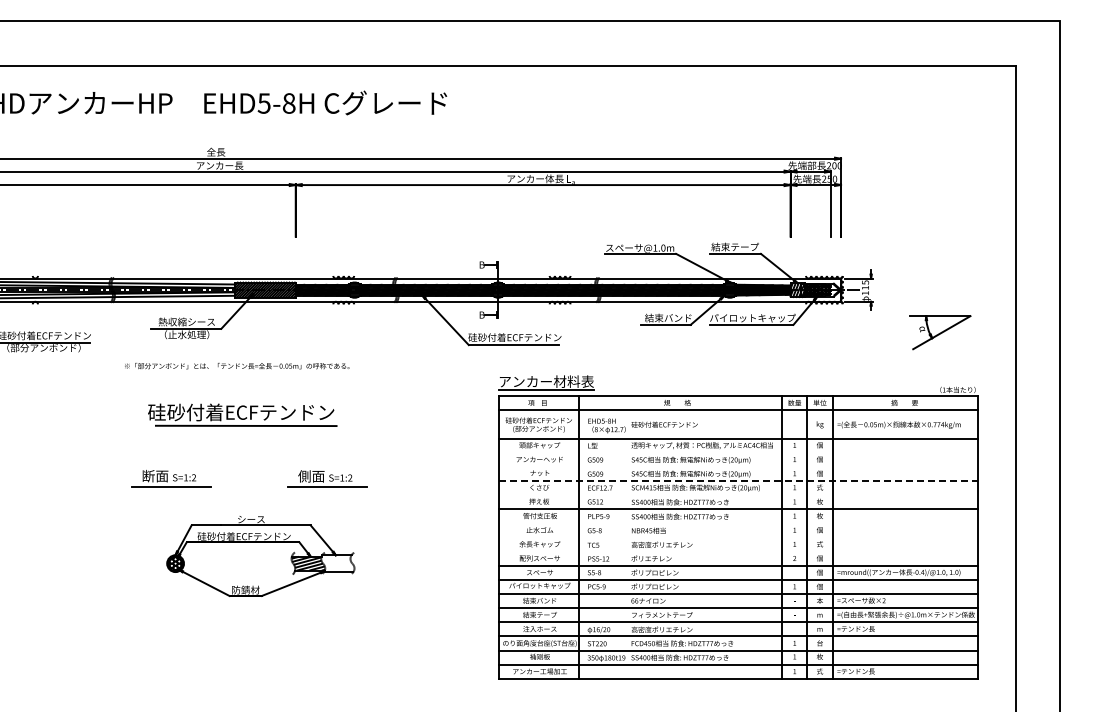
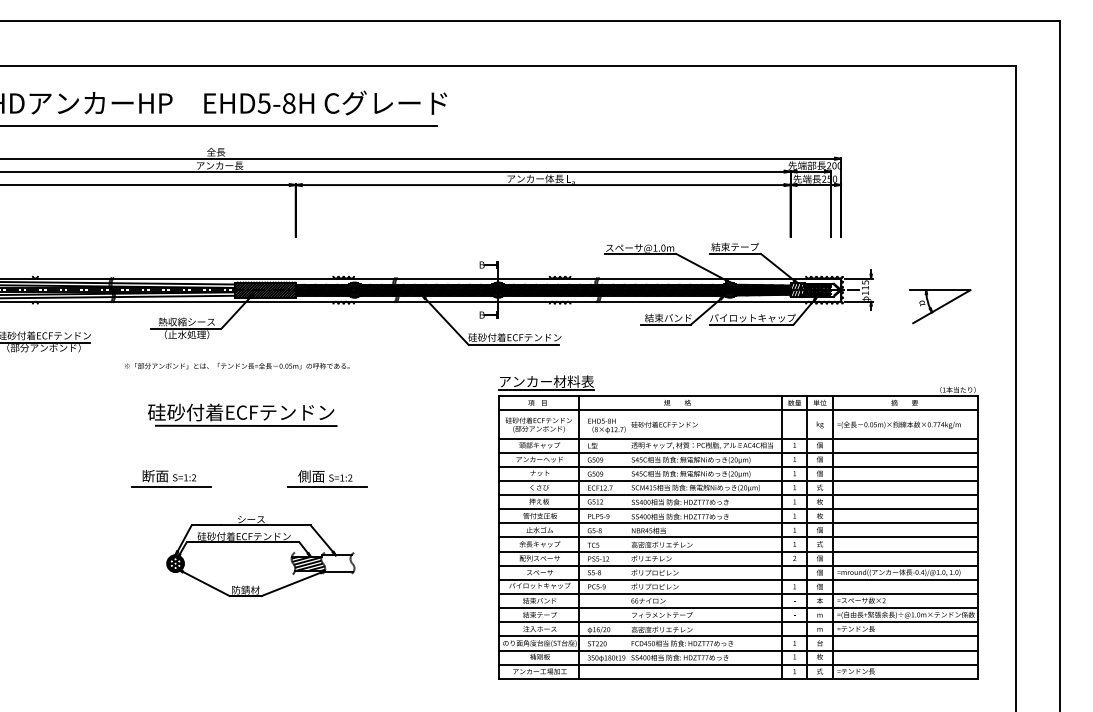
line at (219, 126): none -> present
part at (940, 332) position: (940, 332) -> (940, 306)
line at (737, 452): none -> present
line at (737, 466): none -> present
line at (738, 480): dashed -> solid
line at (737, 495): none -> present
line at (737, 523): none -> present
line at (737, 537): none -> present
line at (737, 551): none -> present
